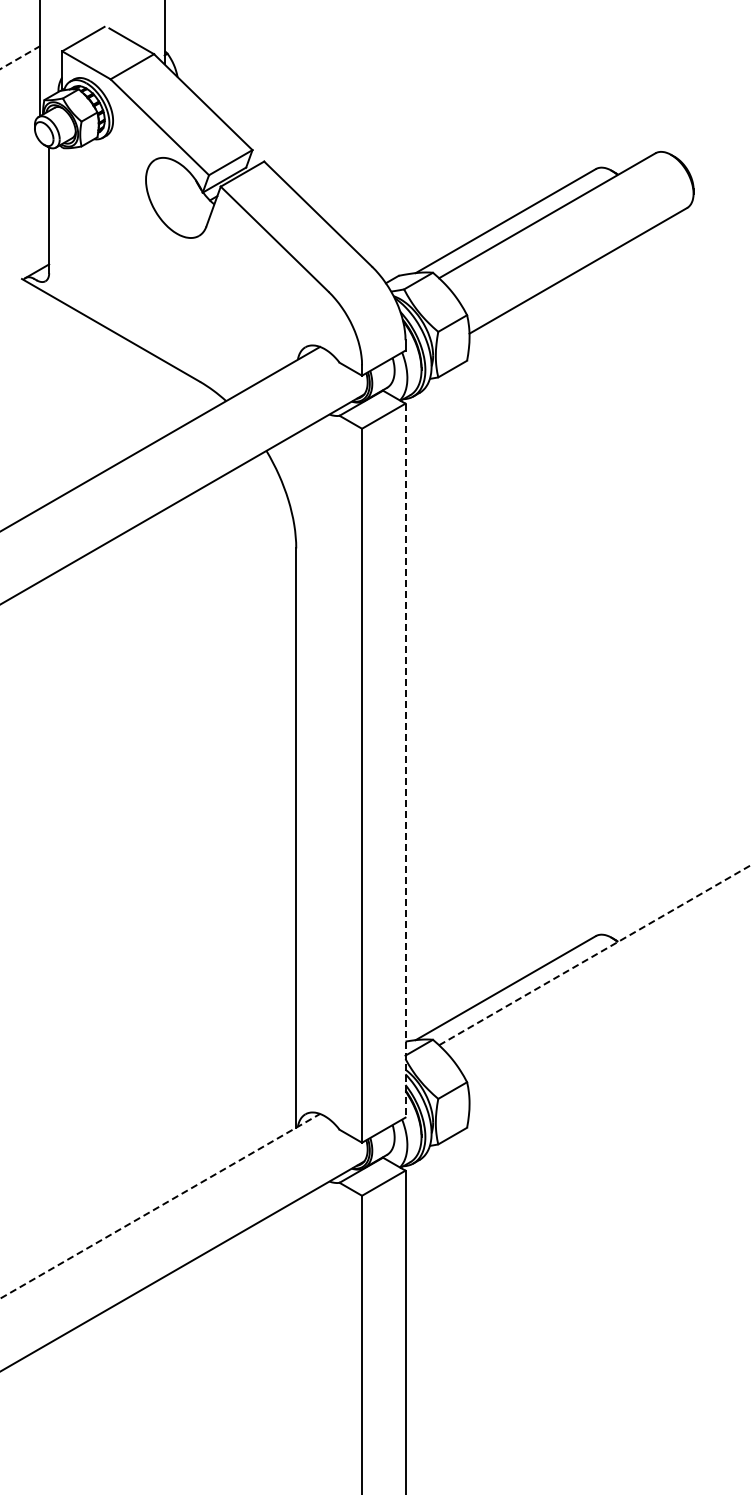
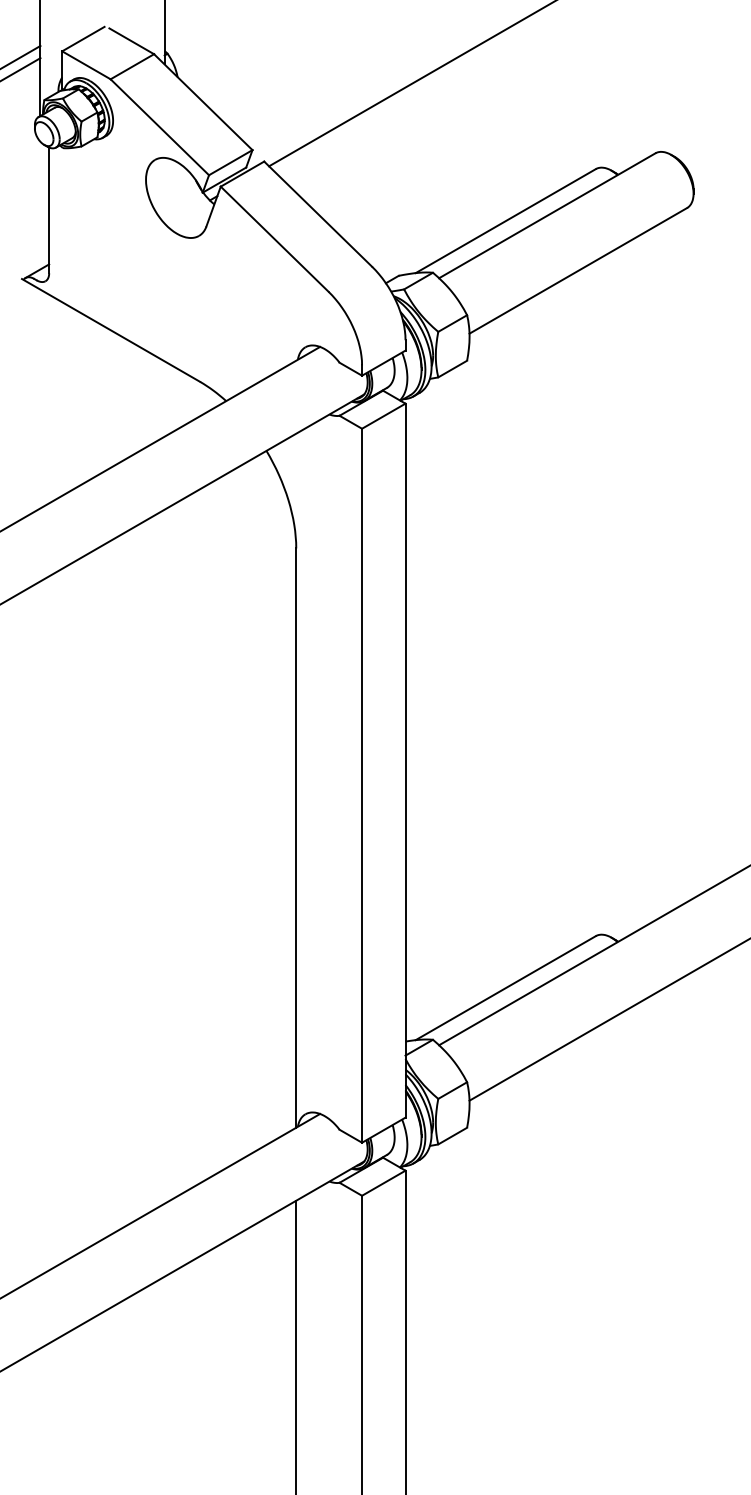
line at (20, 57): dashed -> solid
line at (21, 69): none -> present
line at (411, 84): none -> present
line at (405, 760): dashed -> solid
line at (594, 955): dashed -> solid
line at (608, 1020): none -> present
line at (160, 1205): dashed -> solid
line at (296, 1345): none -> present
